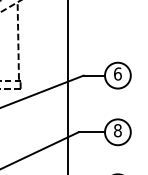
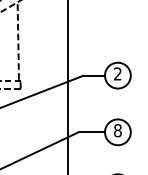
text at (117, 73): 6 -> 2
